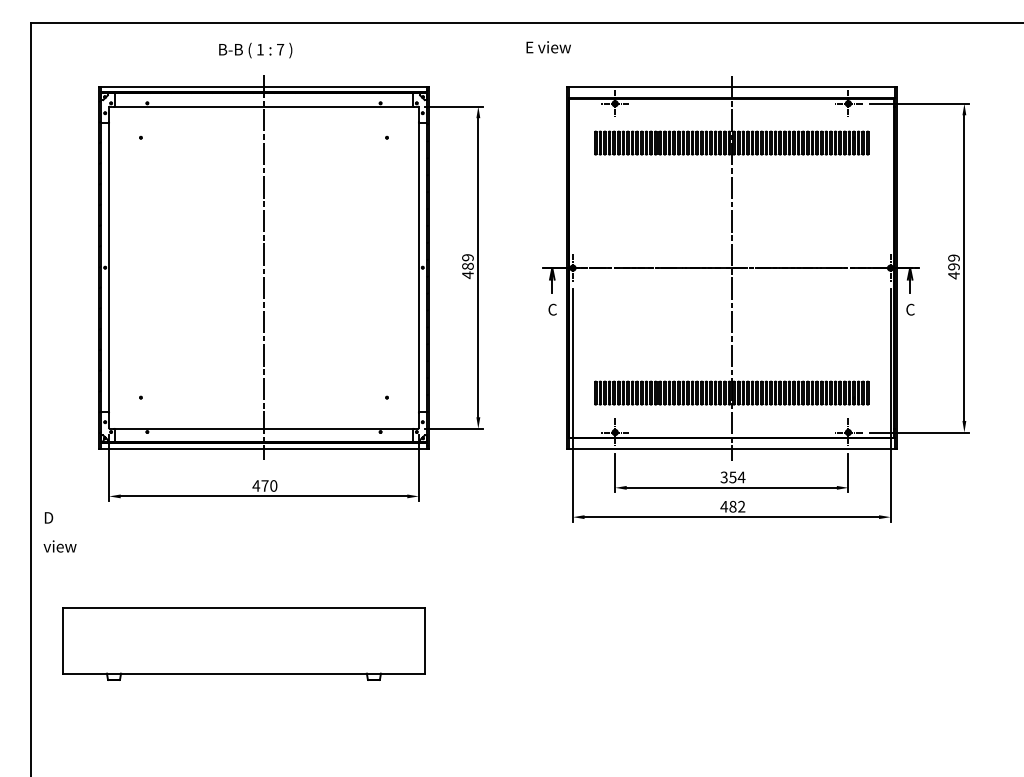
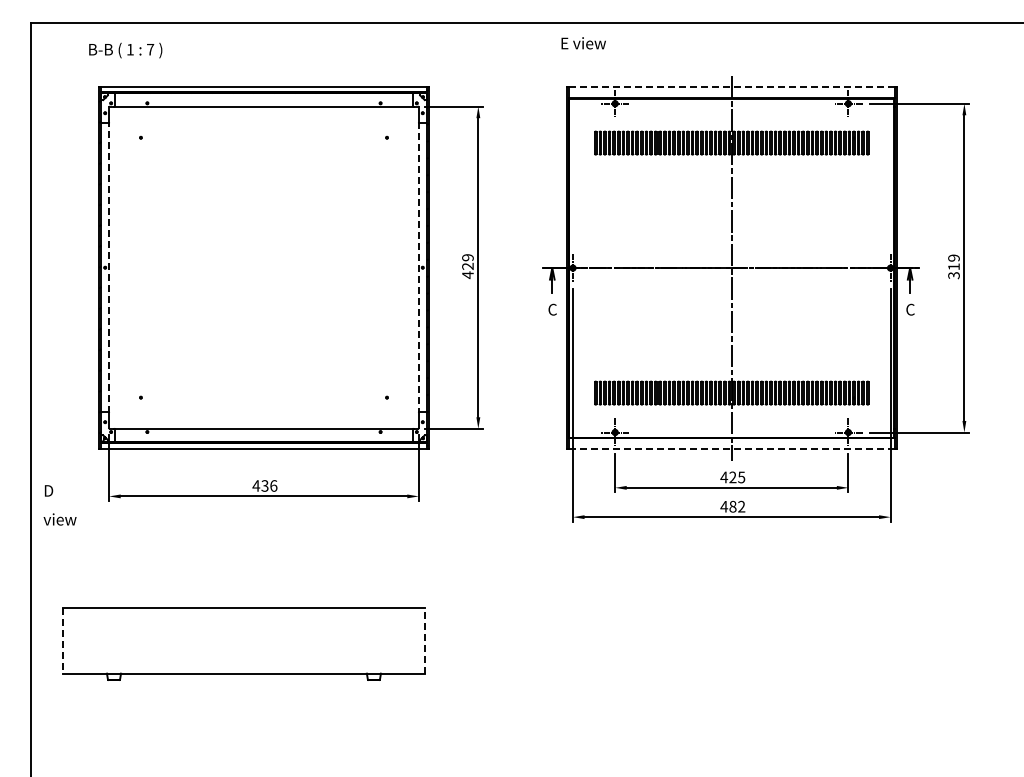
text at (548, 47) position: (548, 47) -> (583, 43)
text at (255, 50) position: (255, 50) -> (125, 50)
line at (731, 87): solid -> dashed
text at (467, 265): 489 -> 429
line at (109, 267): solid -> dashed
line at (264, 267): present -> none
line at (418, 268): solid -> dashed
text at (953, 271): 499 -> 319
line at (731, 448): solid -> dashed
text at (732, 477): 354 -> 425
text at (269, 485): 470 -> 436
text at (59, 532) position: (59, 532) -> (59, 505)
line at (62, 641): solid -> dashed
line at (425, 641): solid -> dashed
